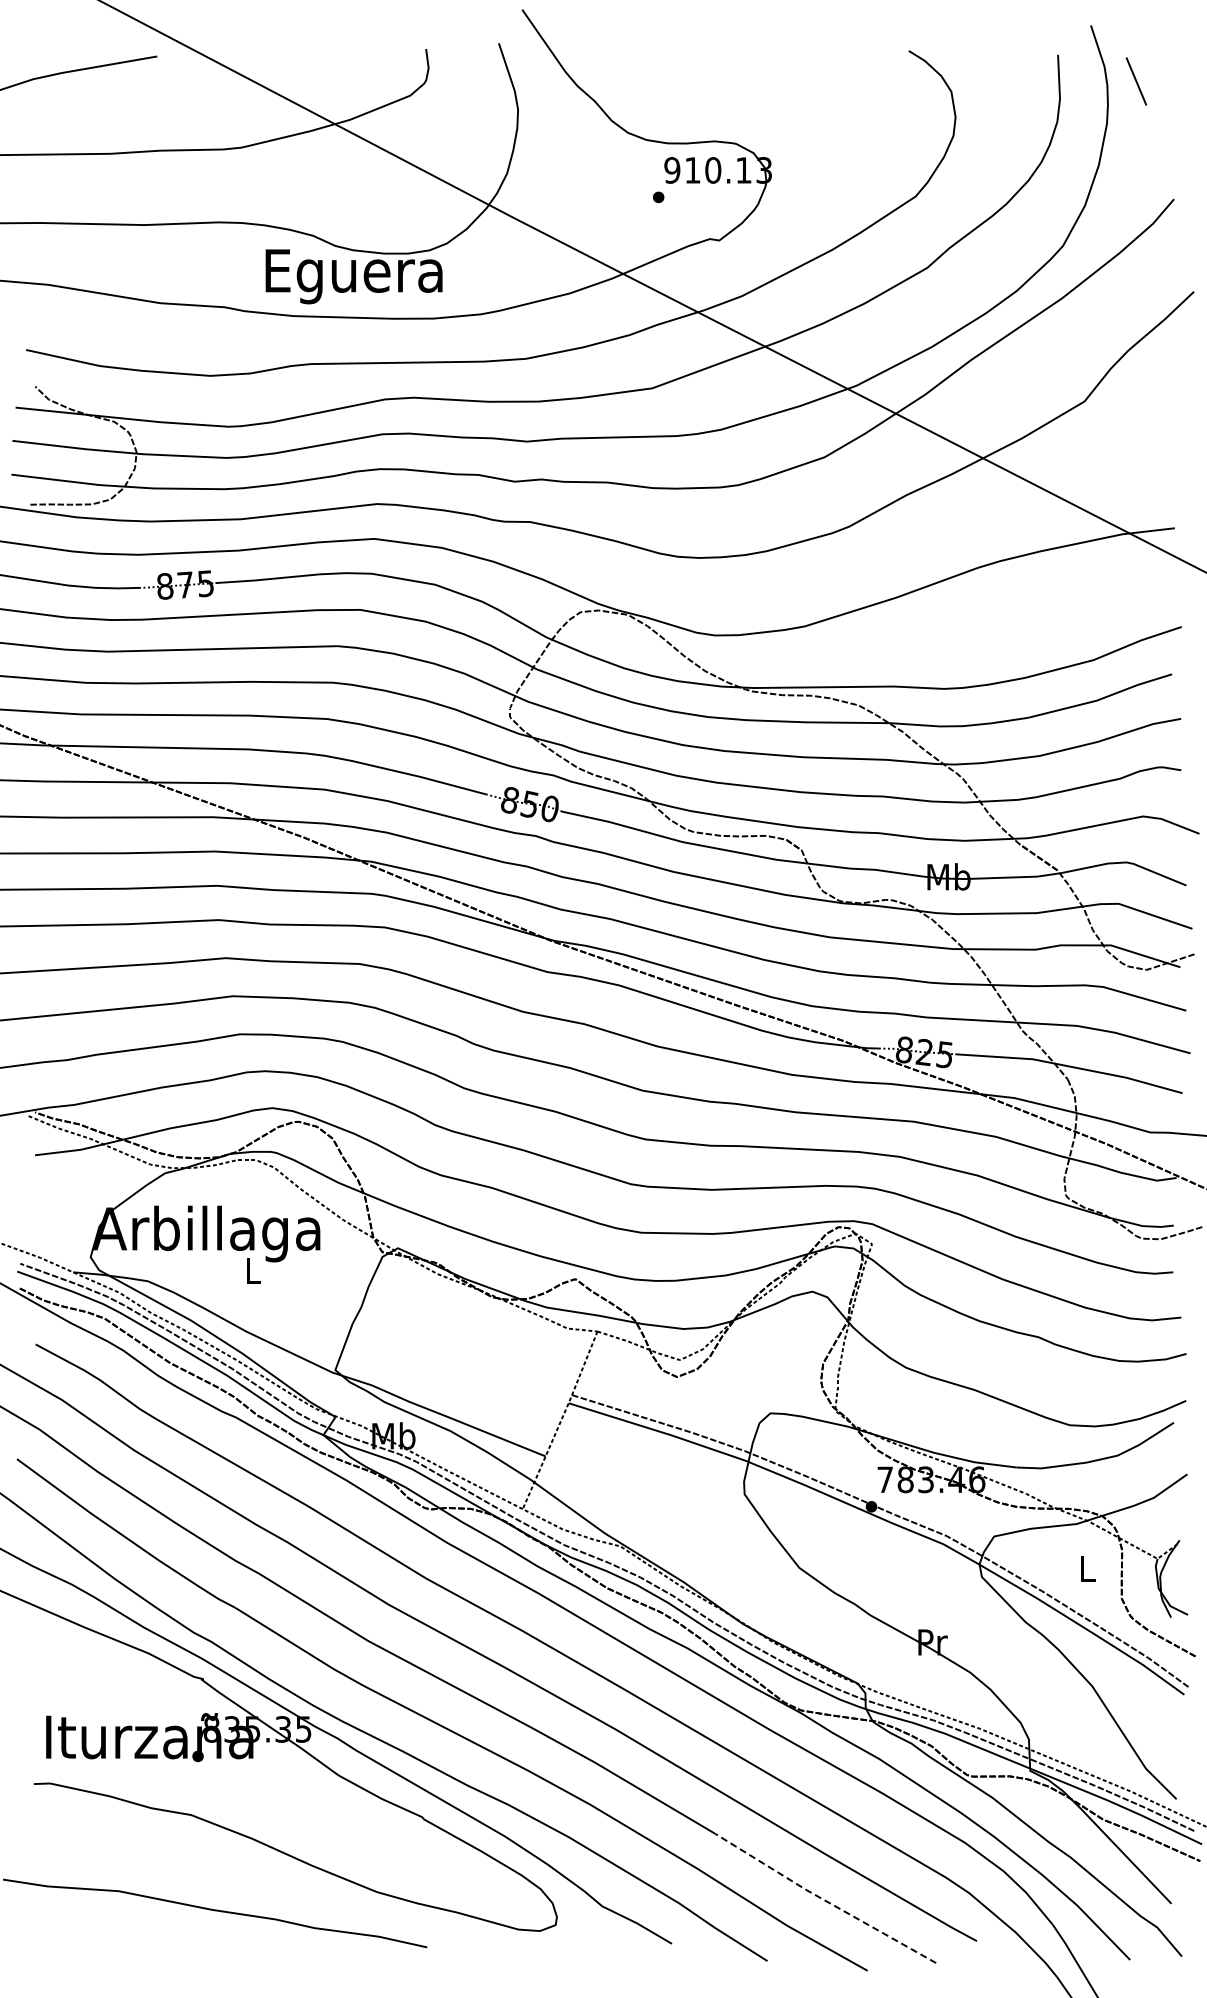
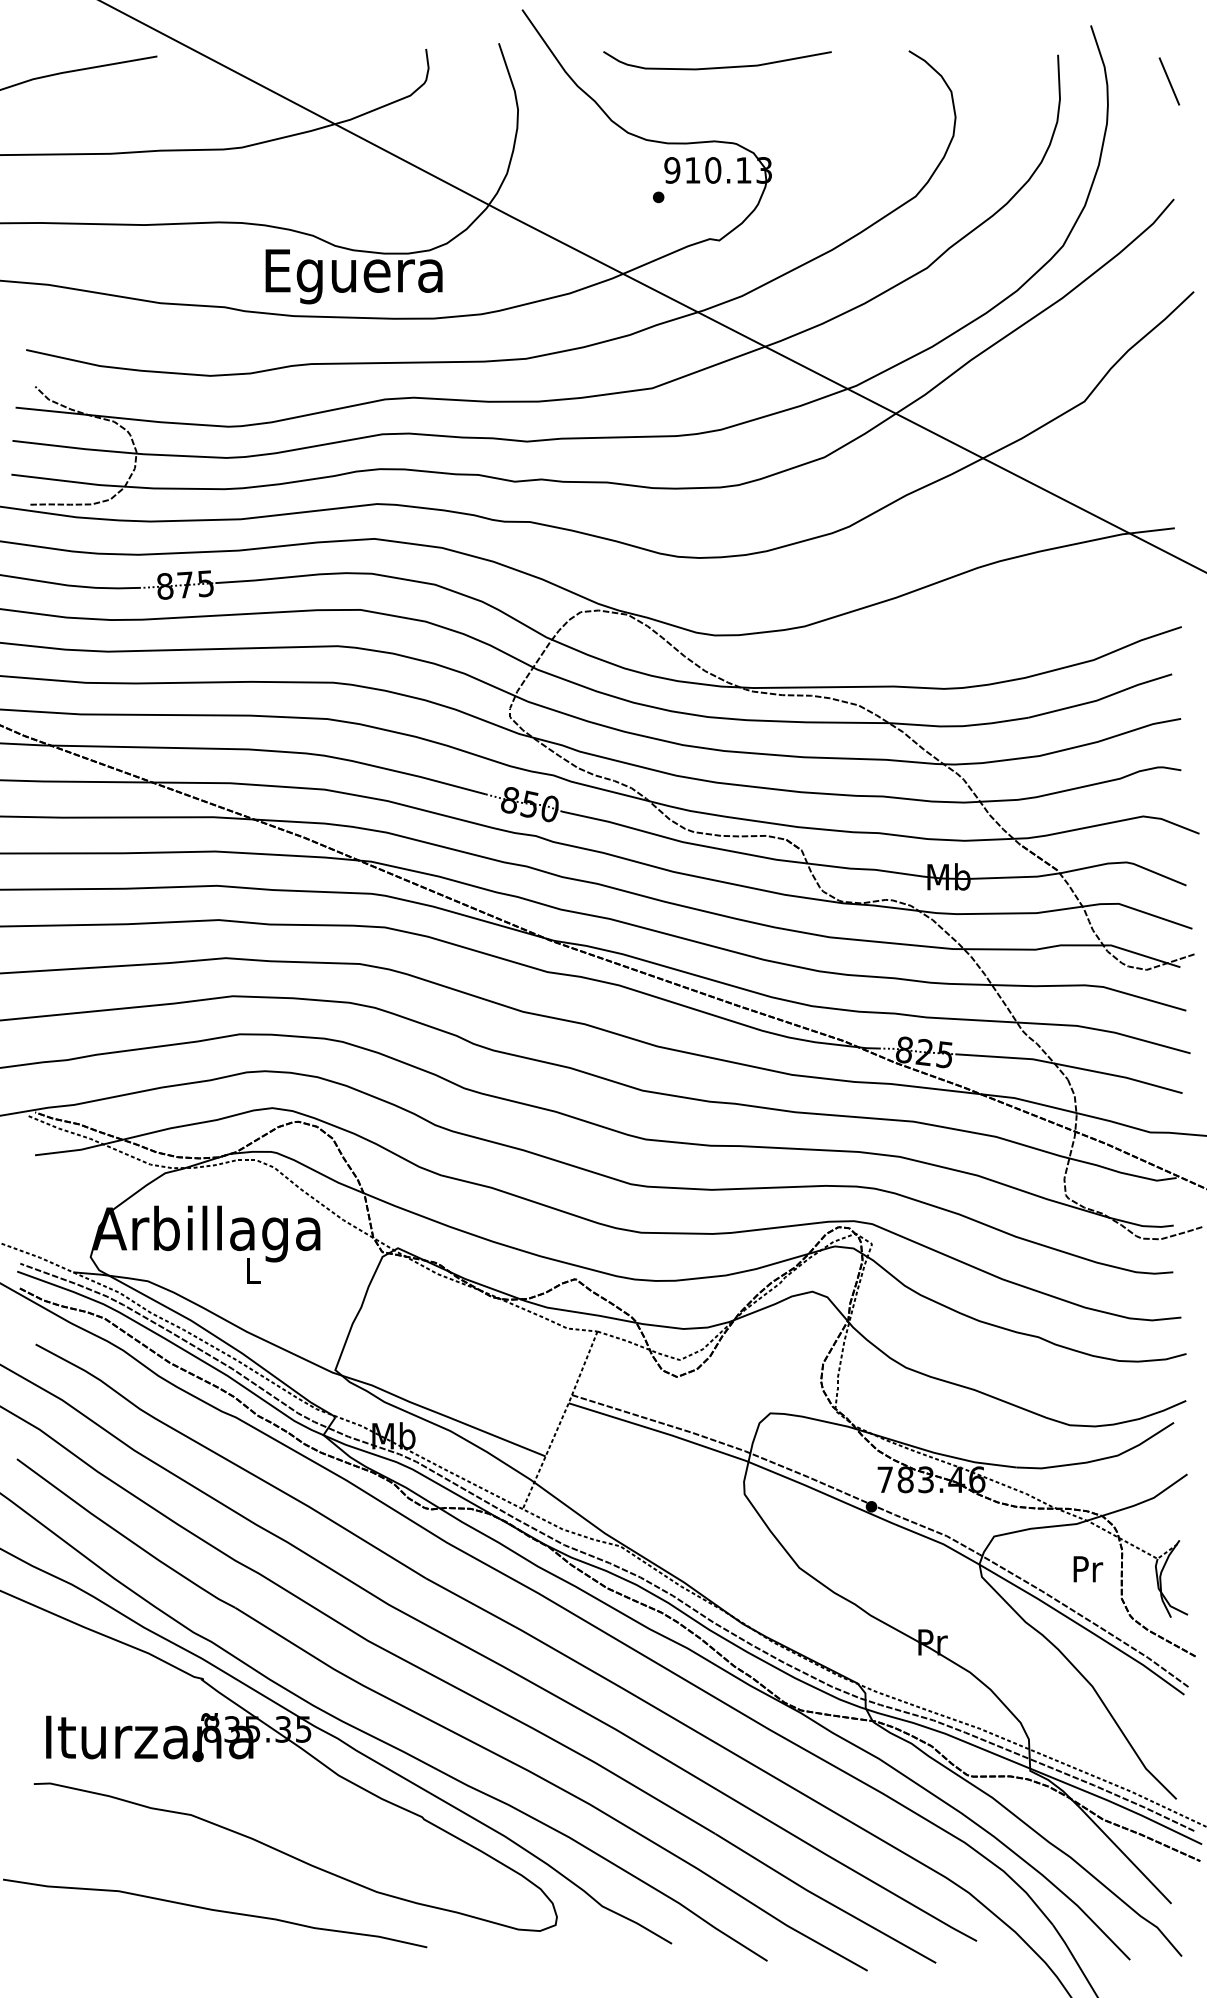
curve at (717, 67): none -> present
line at (1136, 81) position: (1136, 81) -> (1169, 81)
text at (1088, 1569): L -> Pr
line at (824, 1900): dashed -> solid
